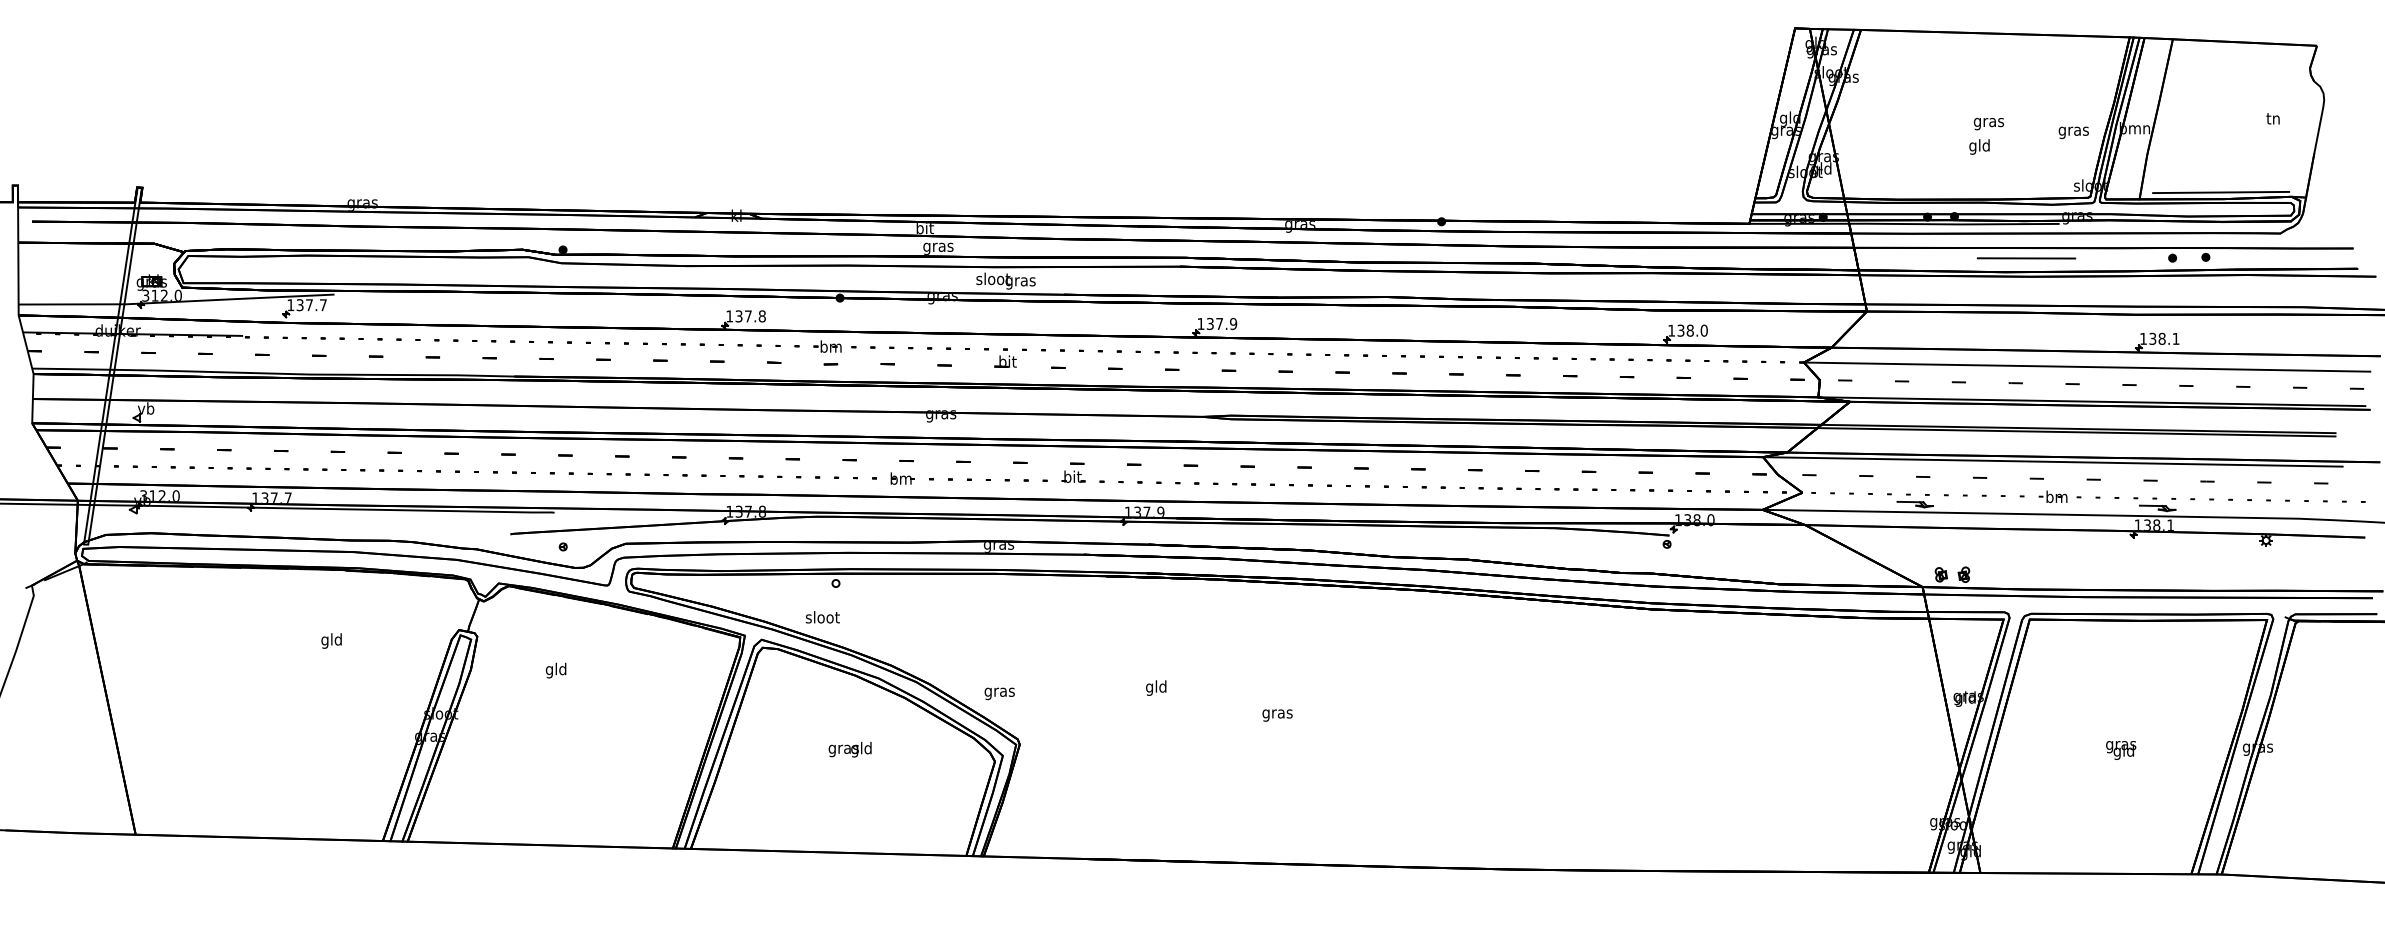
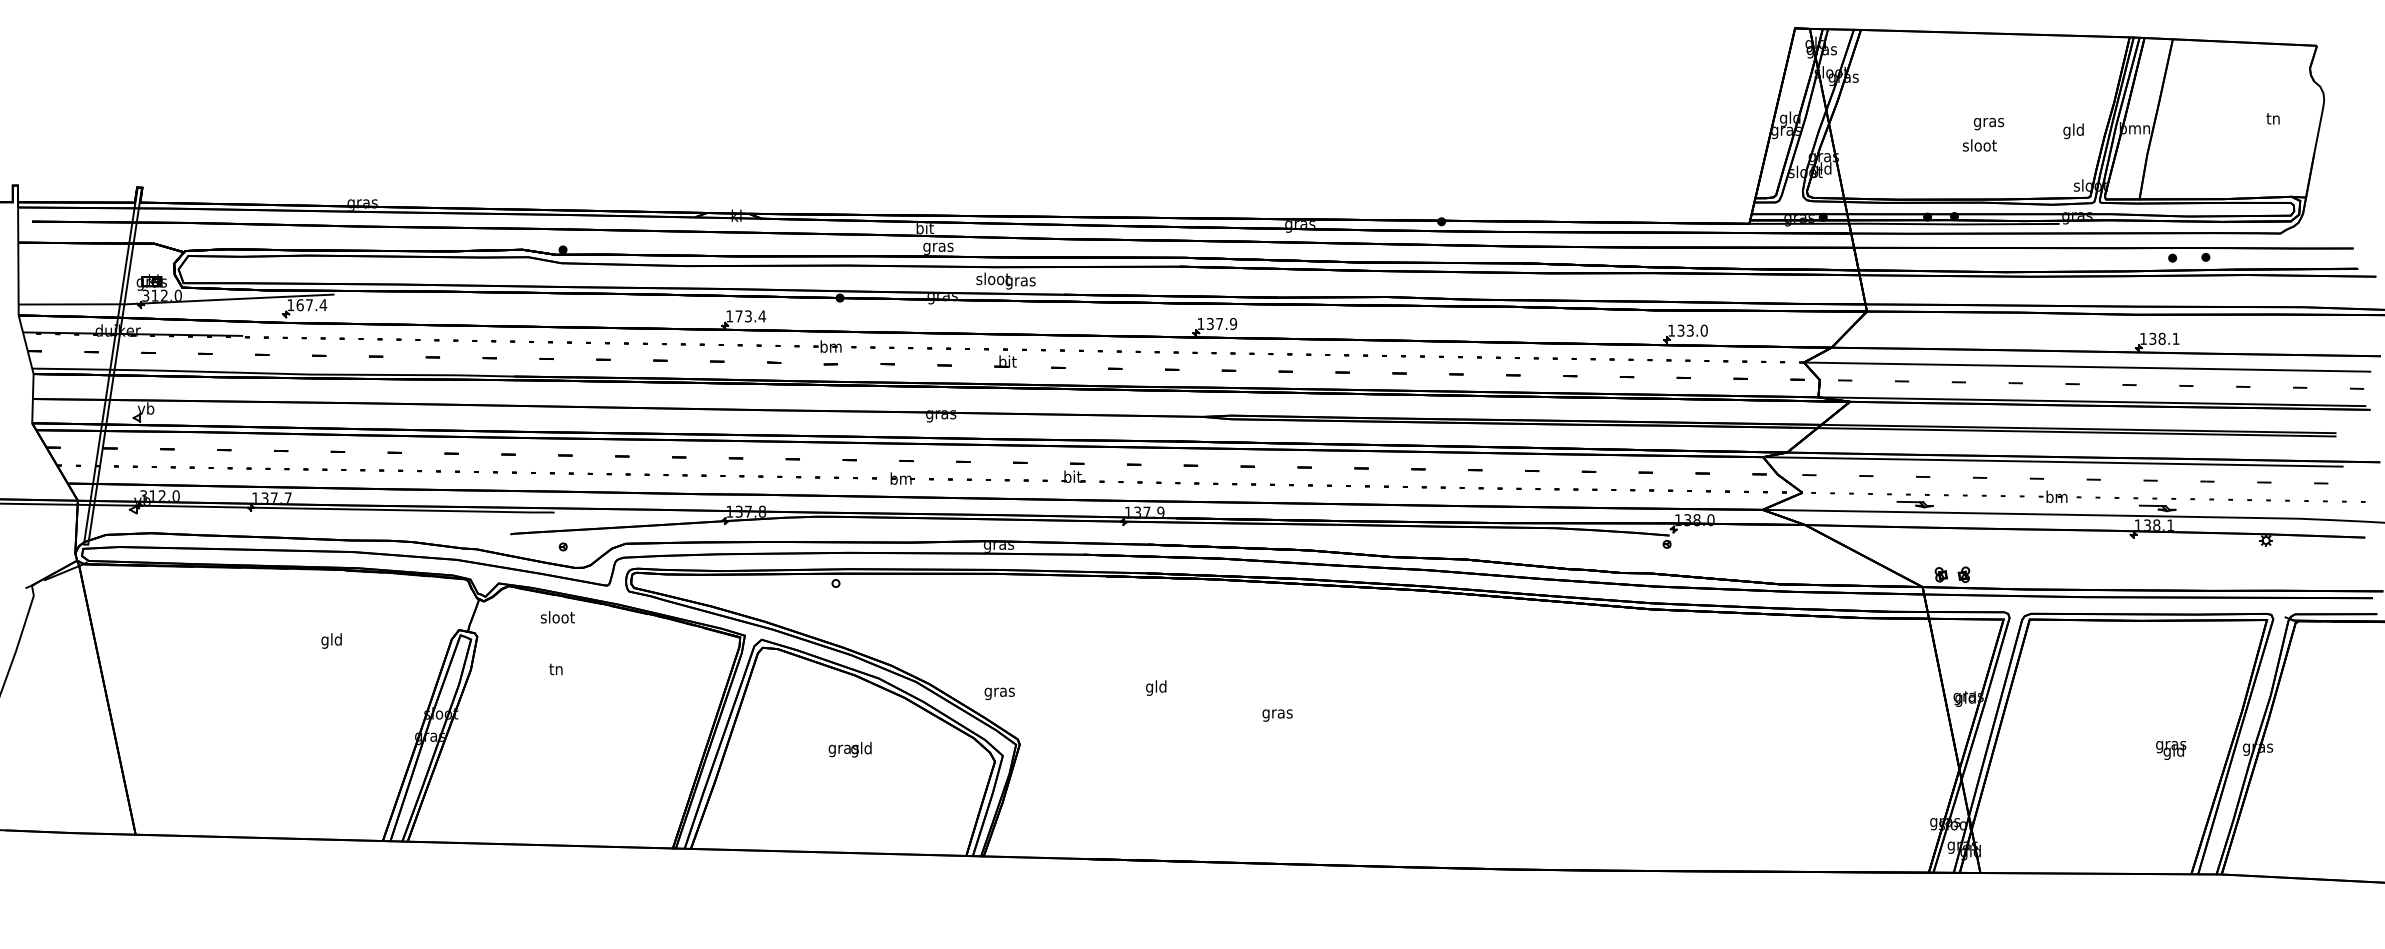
text at (2073, 131): gras -> gld
text at (1979, 146): gld -> sloot
line at (2221, 192): present -> none
line at (2026, 258): present -> none
text at (311, 305): 137.7 -> 167.4
text at (750, 316): 137.8 -> 173.4
text at (1689, 330): 138.0 -> 133.0
text at (822, 617) position: (822, 617) -> (557, 617)
text at (555, 670): gld -> tn
text at (2121, 750) position: (2121, 750) -> (2171, 750)
